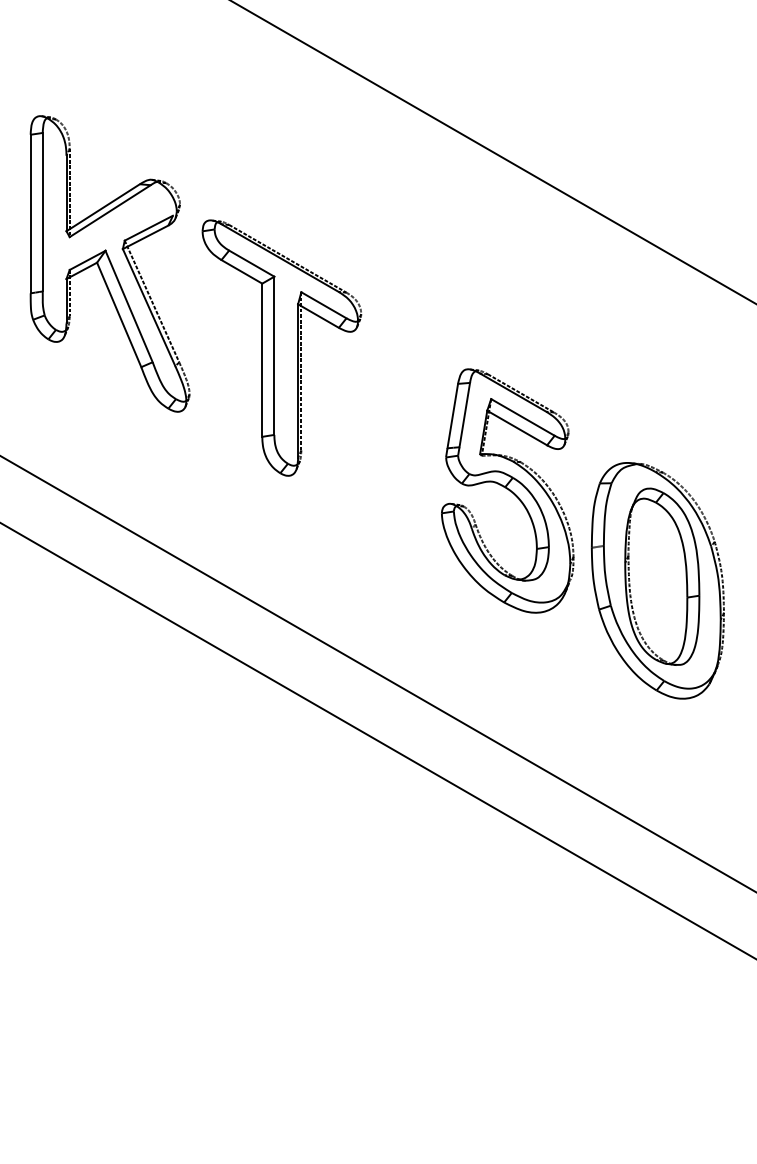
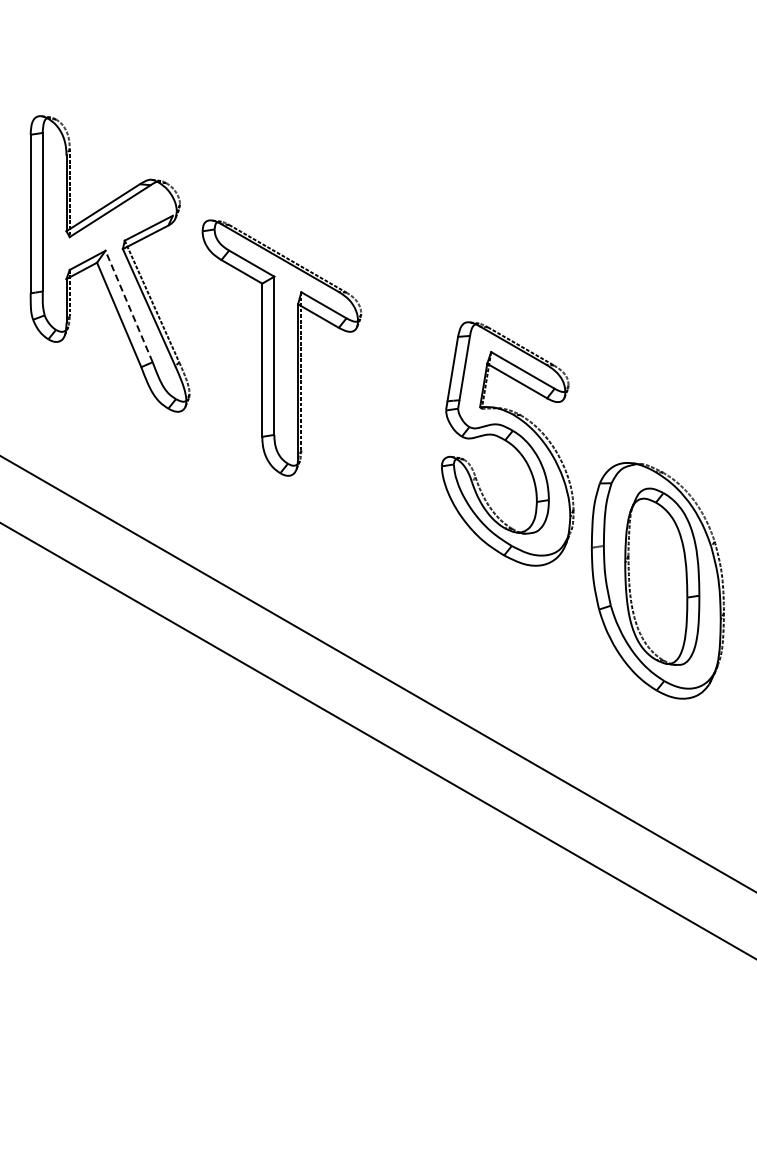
line at (493, 152): present -> none
line at (129, 306): solid -> dashed
part at (507, 490) position: (507, 490) -> (507, 443)
